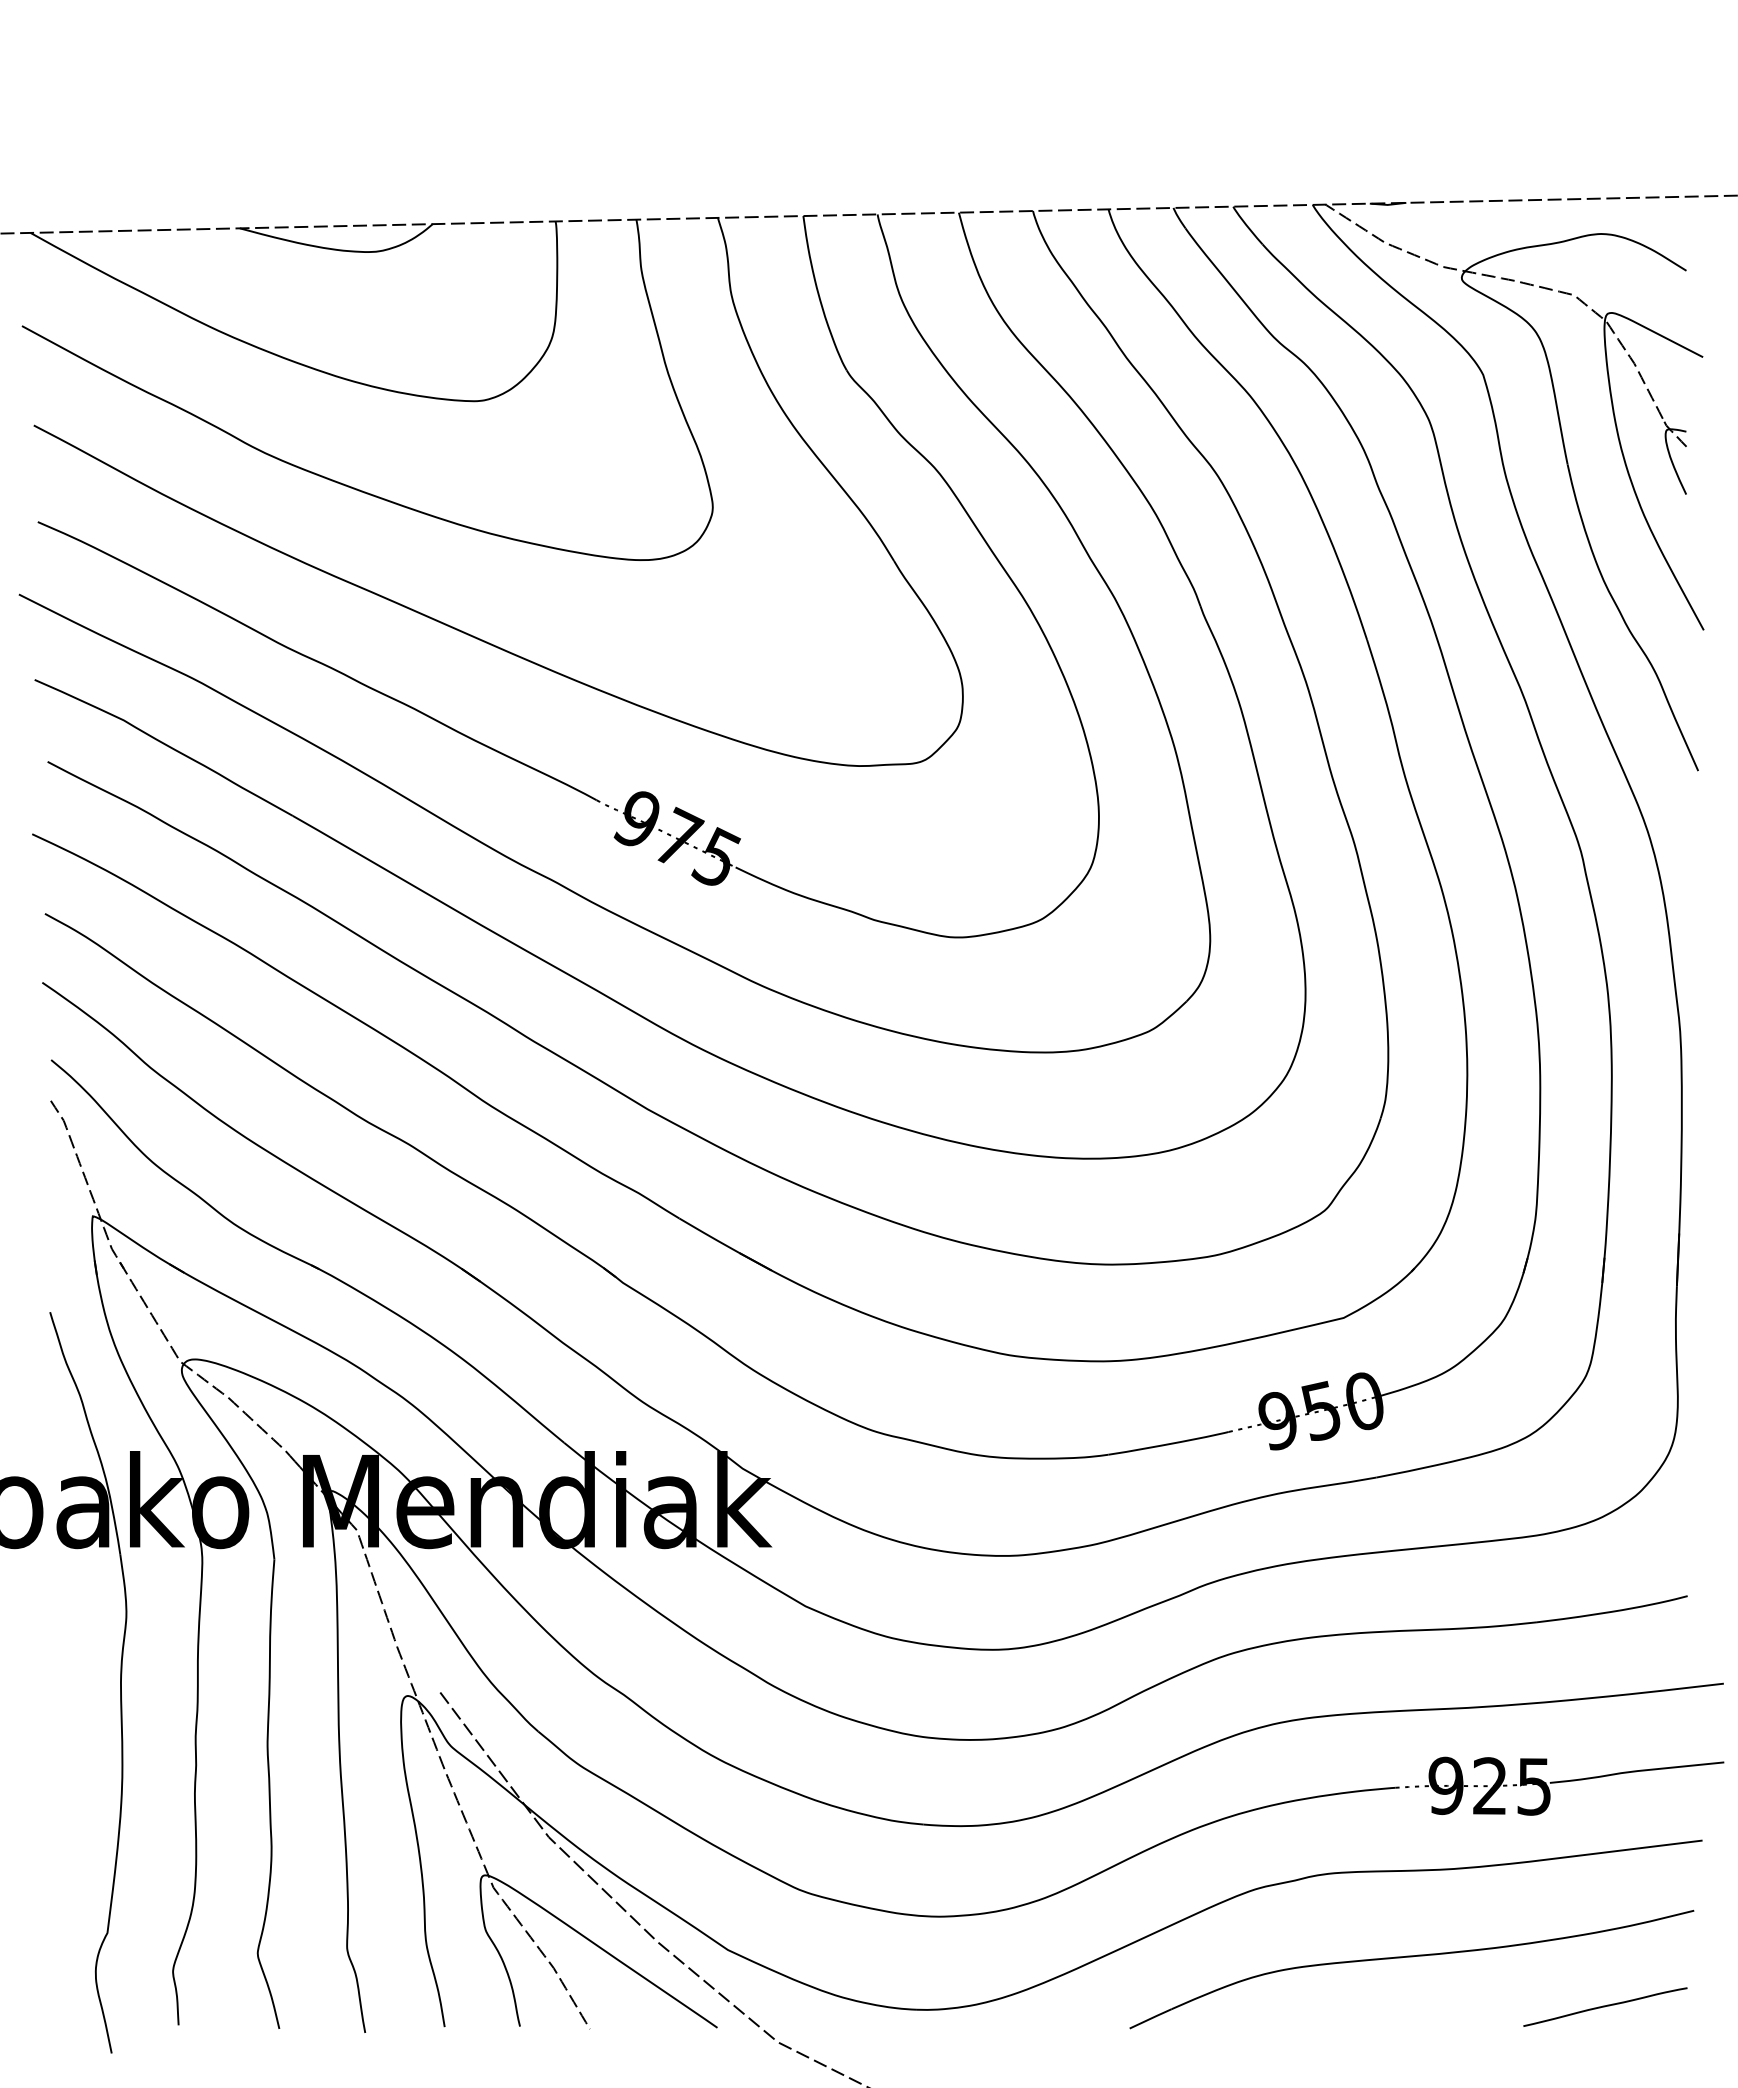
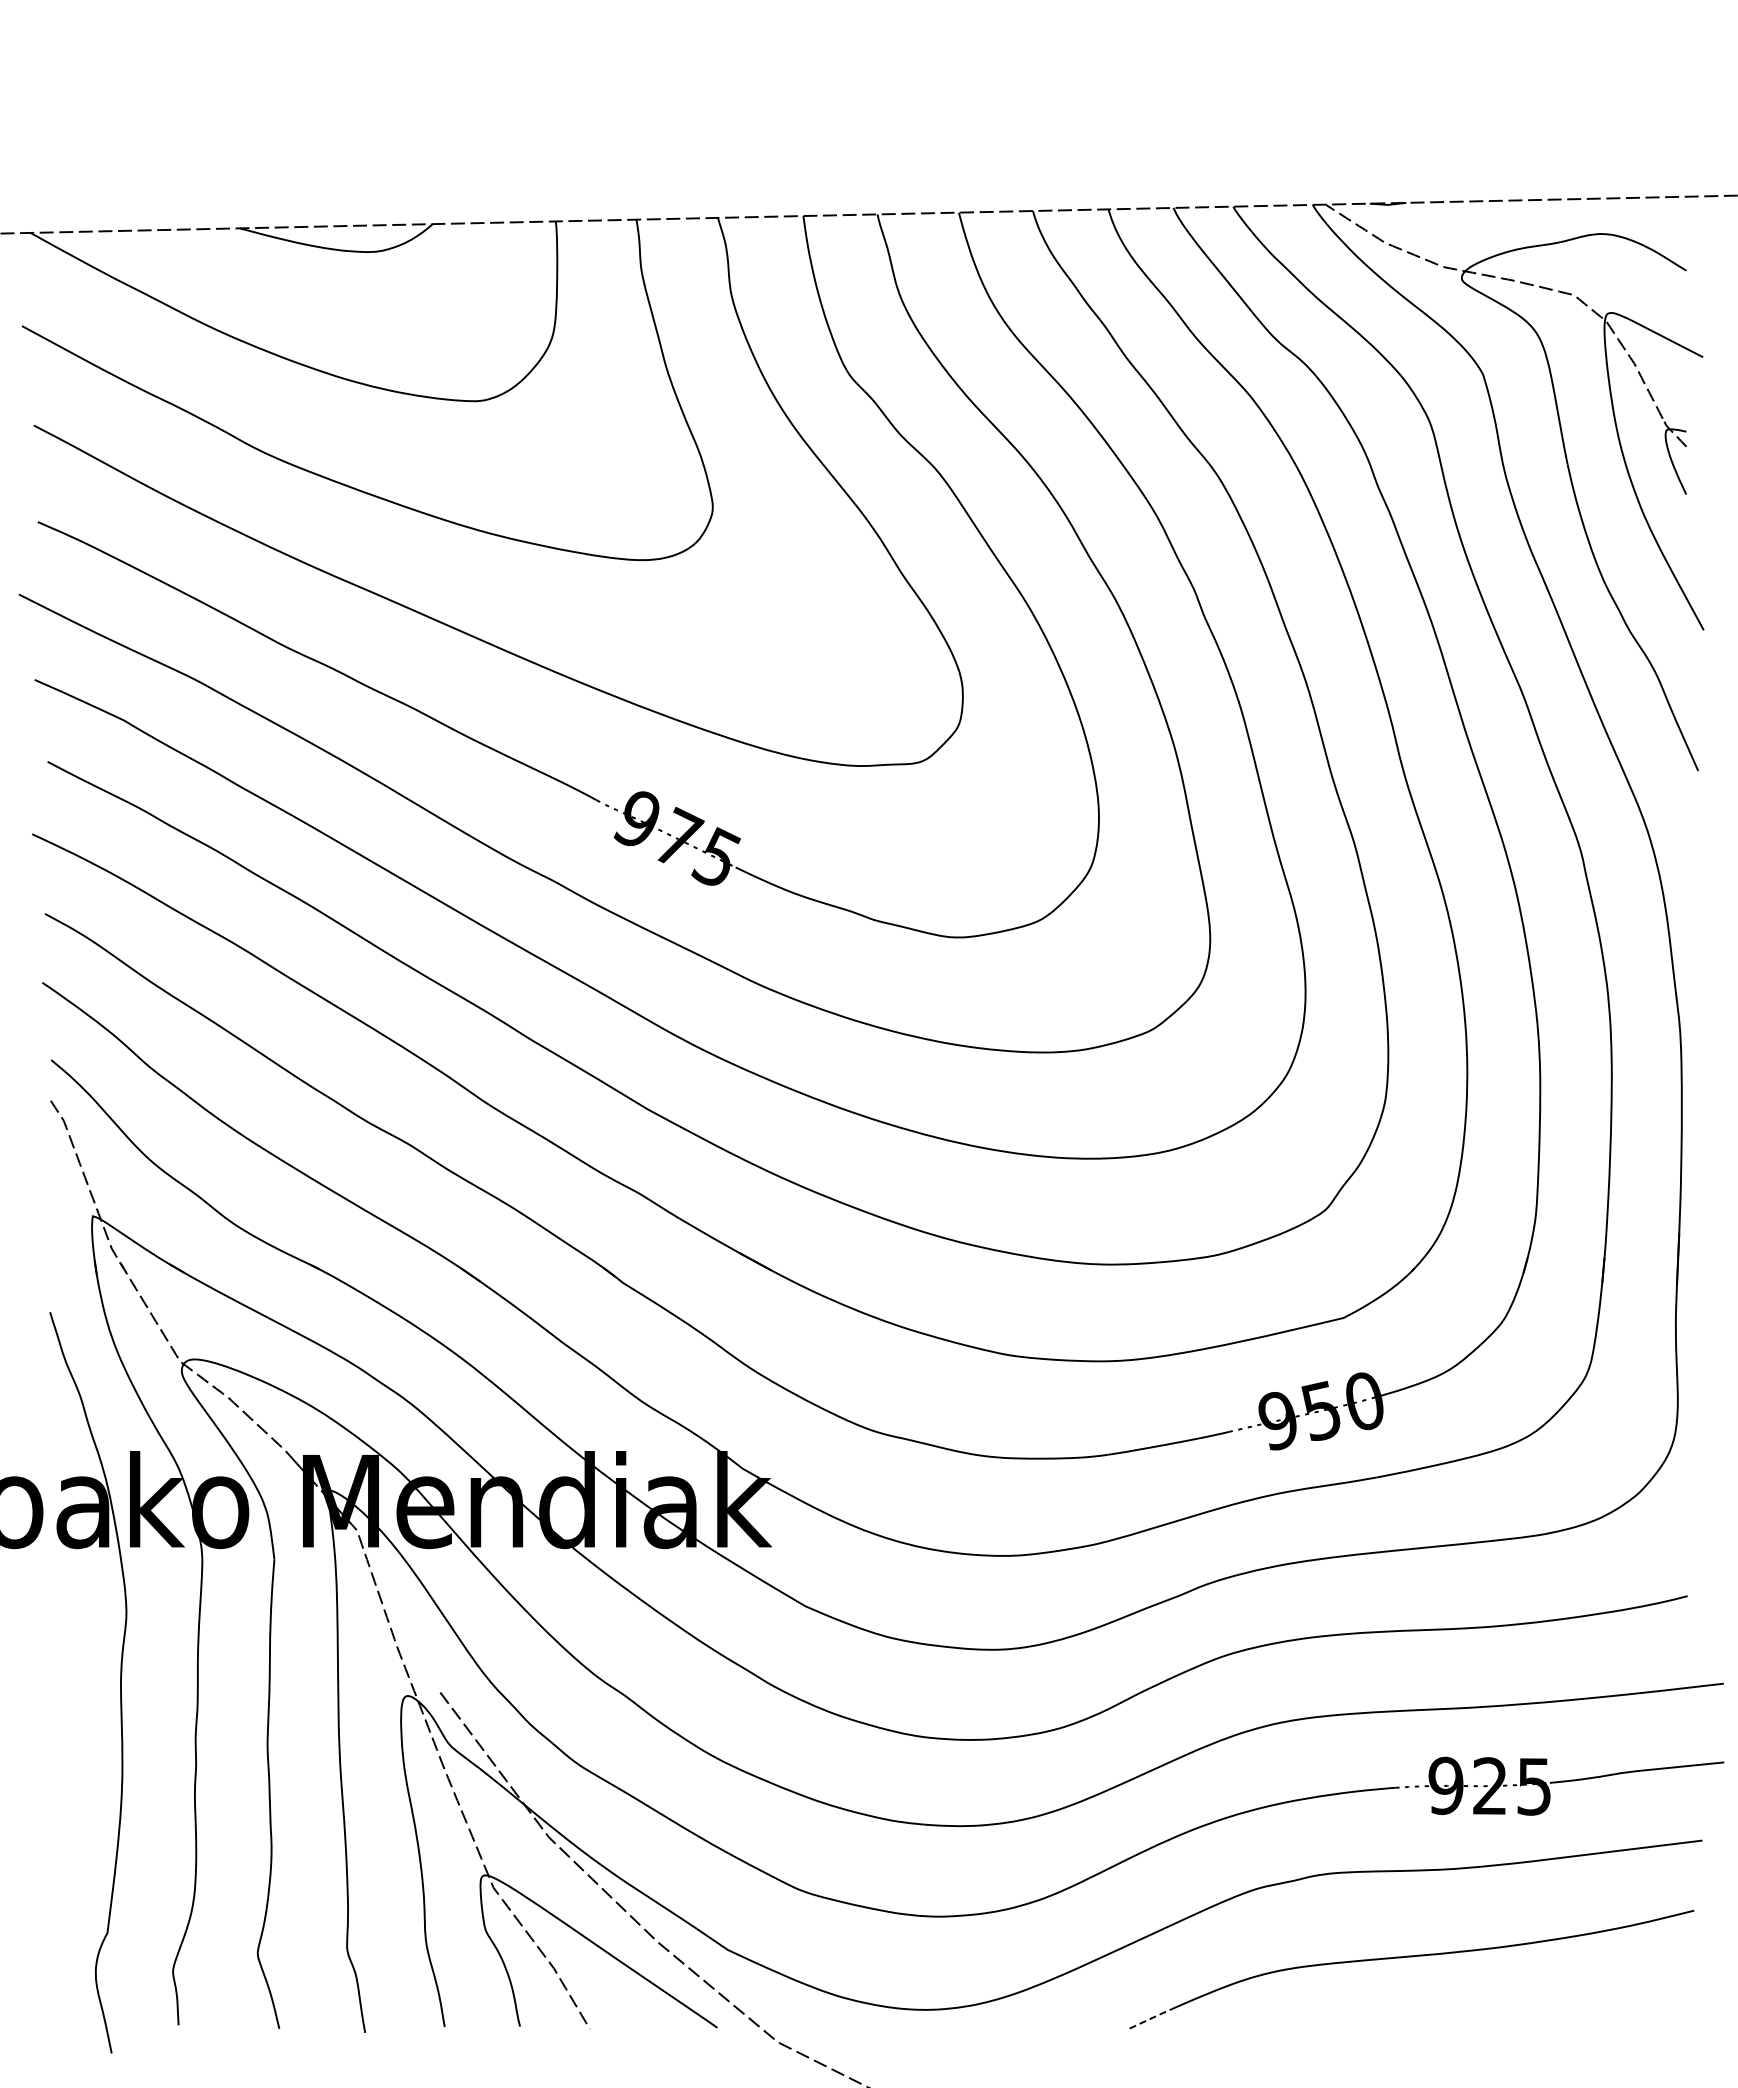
curve at (1605, 2006): present -> none
line at (1151, 2018): solid -> dashed
